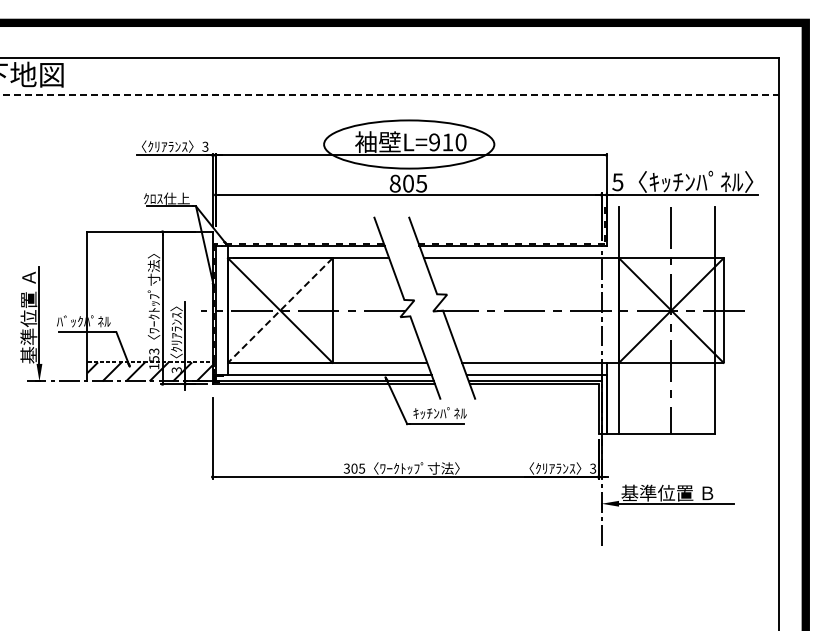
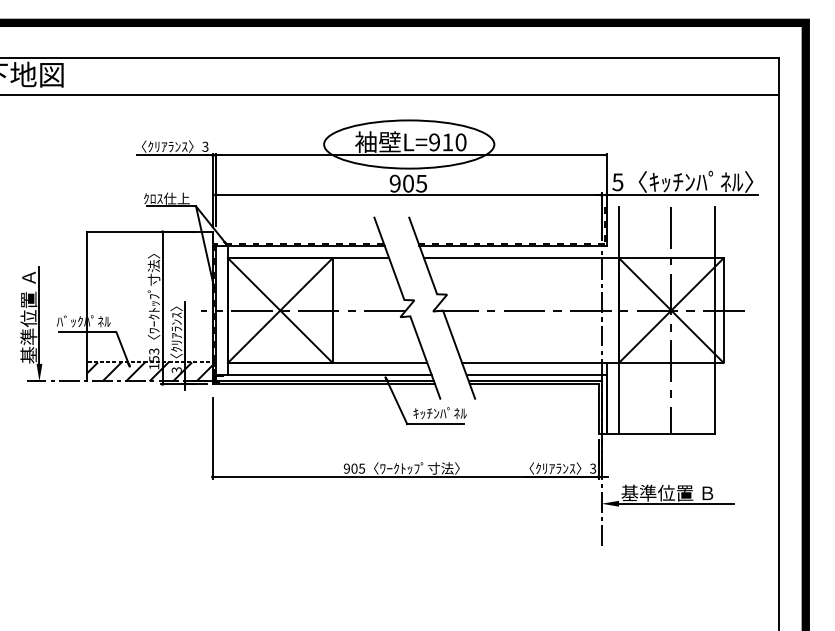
line at (389, 95): dashed -> solid
text at (394, 183): 805 -> 905
line at (279, 310): dashed -> solid
text at (346, 468): 305 -> 905
